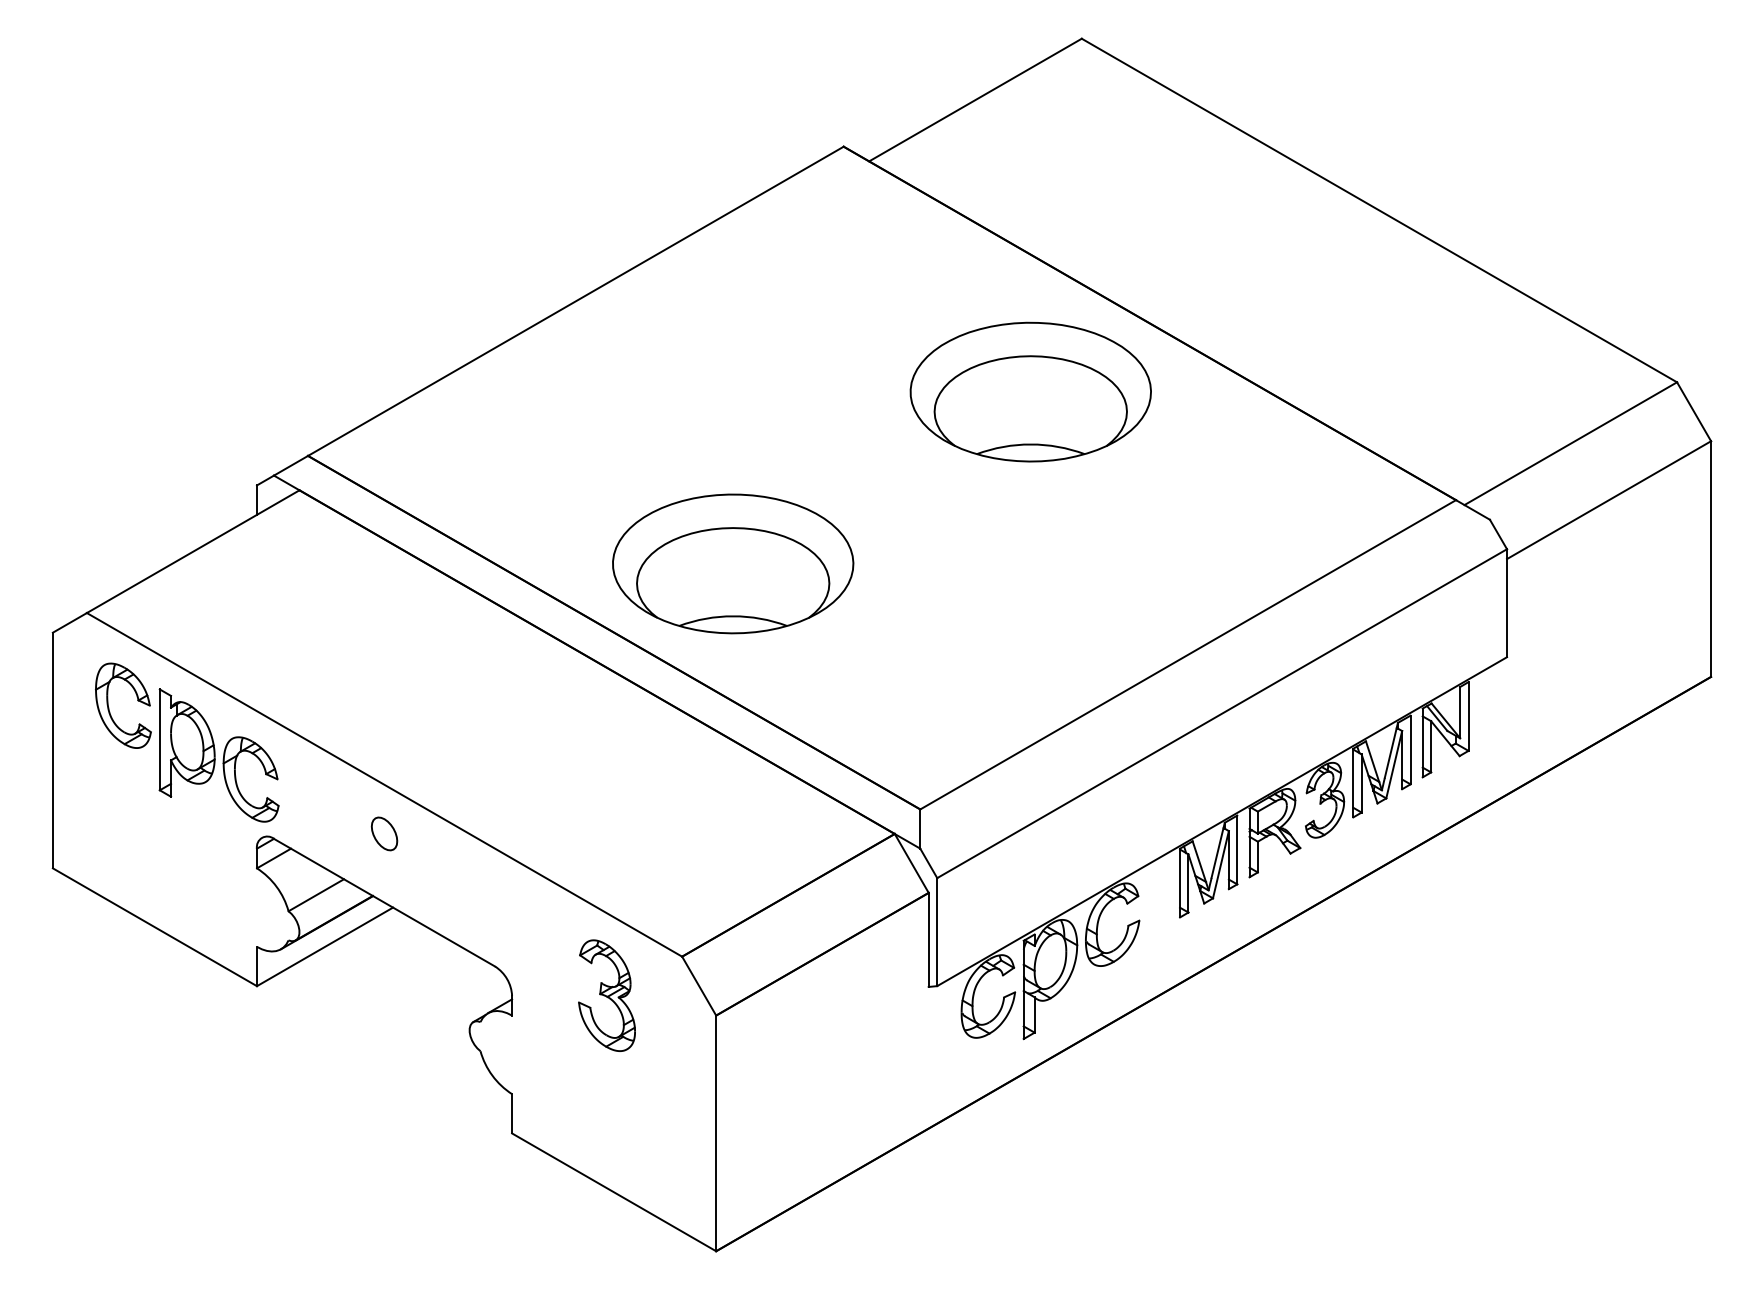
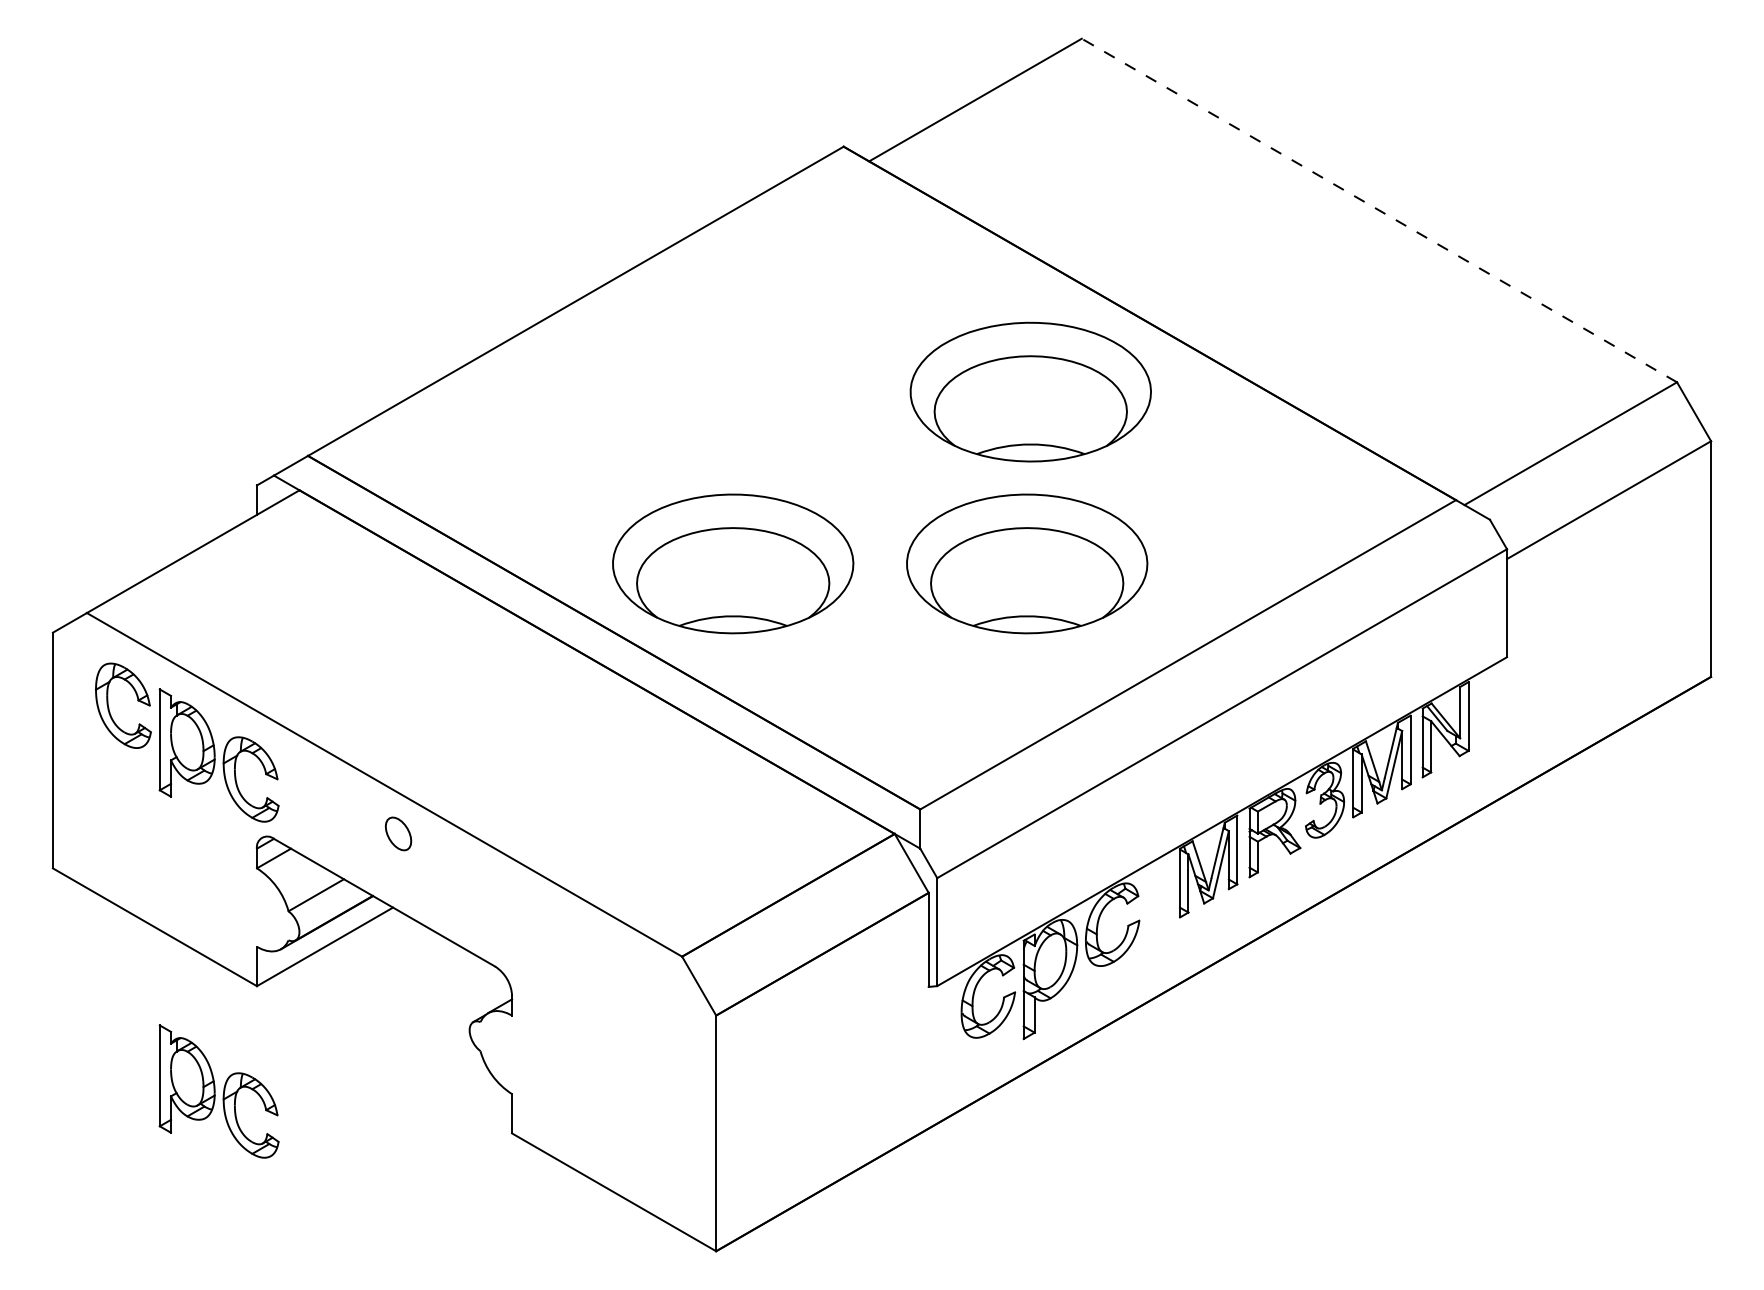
line at (1379, 210): solid -> dashed
part at (1027, 563): none -> present
part at (384, 833) position: (384, 833) -> (398, 833)
part at (606, 995): present -> none
part at (218, 1091): none -> present
